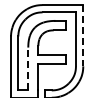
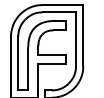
line at (83, 35): dashed -> solid
line at (28, 68): dashed -> solid
